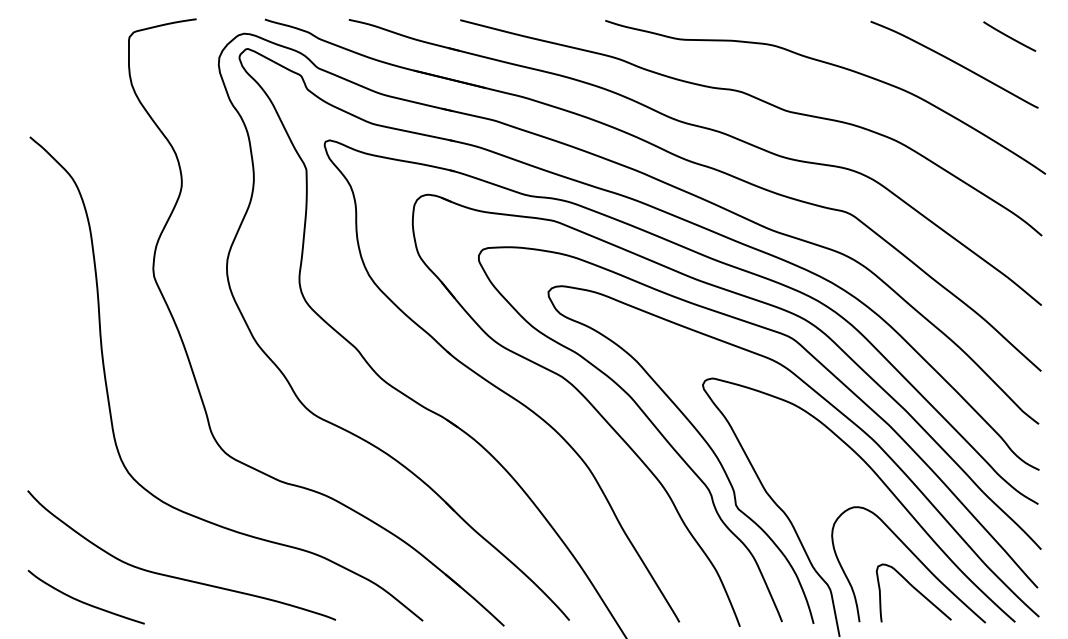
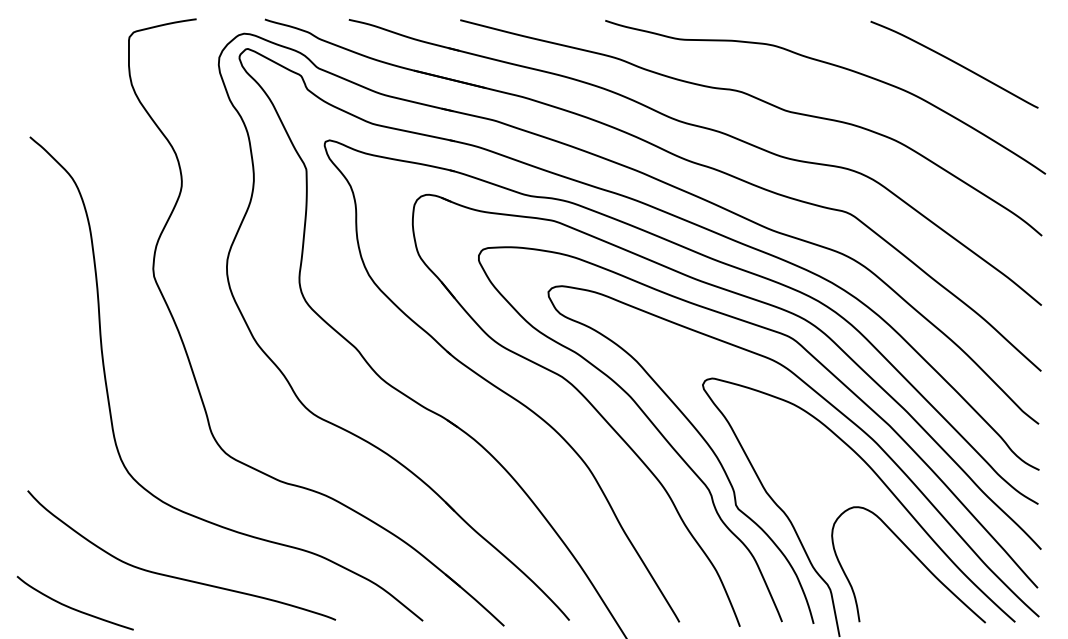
line at (1009, 36): present -> none
curve at (915, 590): present -> none
curve at (83, 601) position: (83, 601) -> (72, 607)
